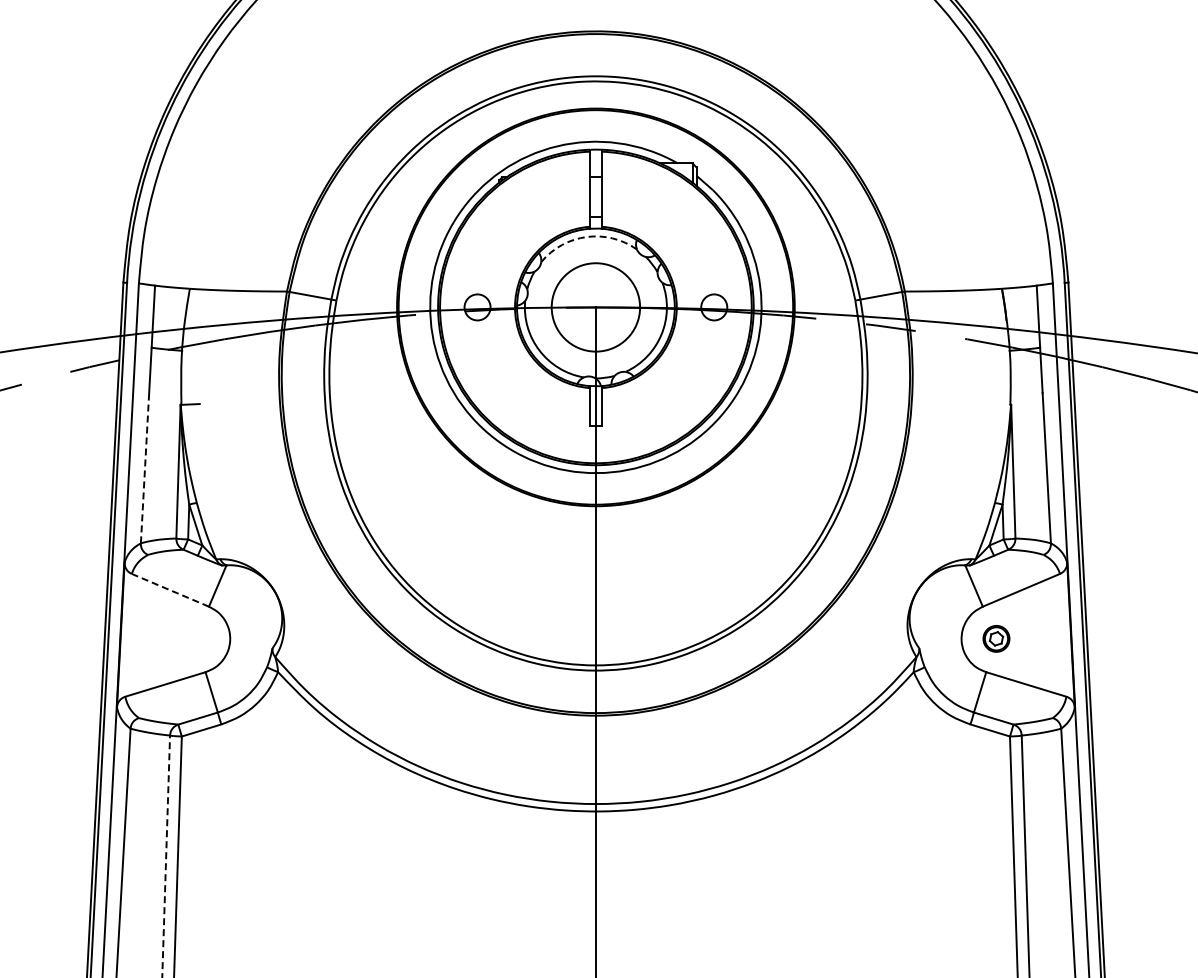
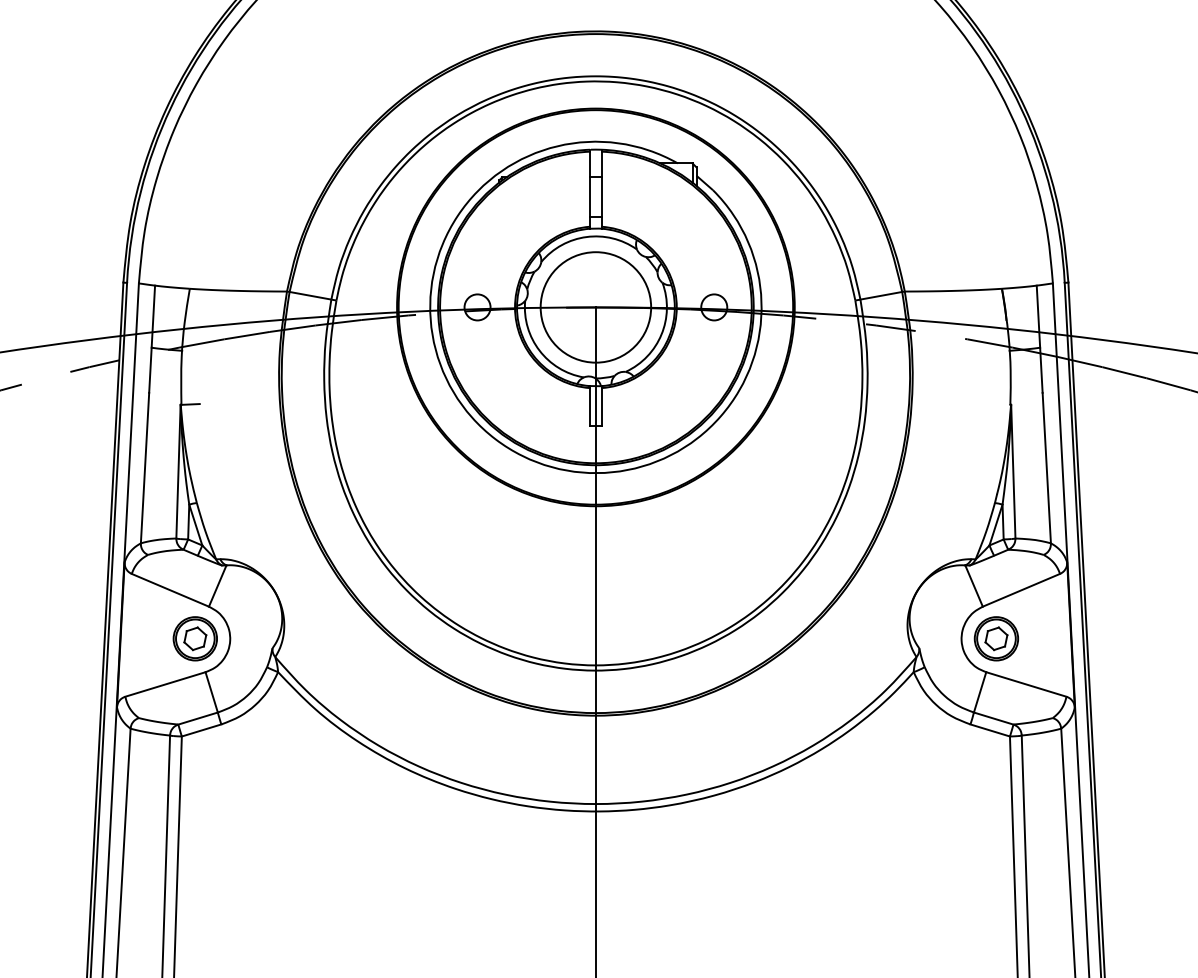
arc at (586, 237): dashed -> solid
circle at (595, 307) diameter: 88 px -> 110 px
line at (145, 467): dashed -> solid
line at (170, 590): dashed -> solid
part at (194, 638): none -> present
part at (996, 638) size: 29x28 px -> 47x46 px
line at (166, 856): dashed -> solid
